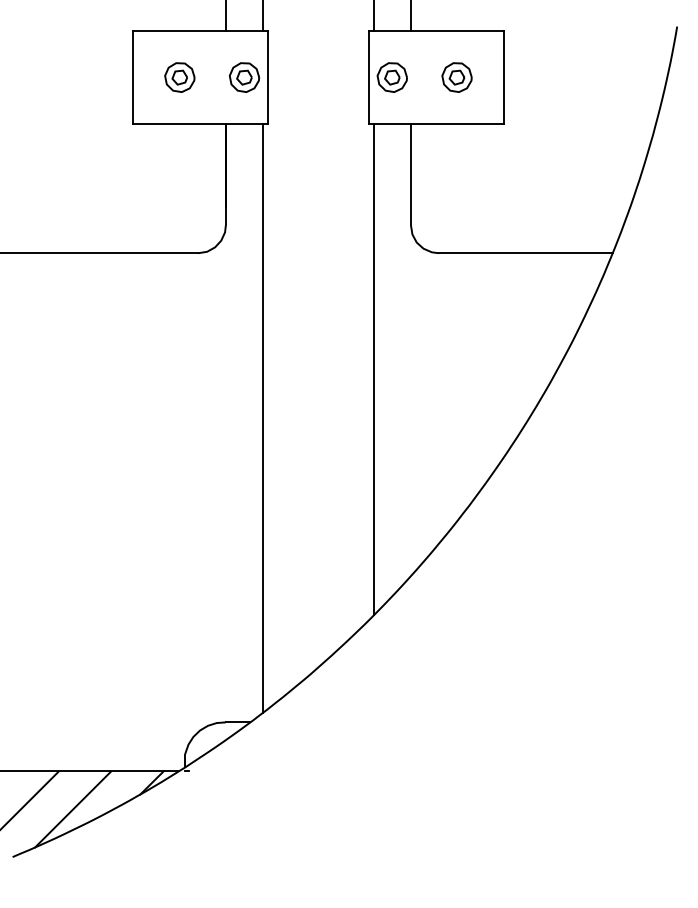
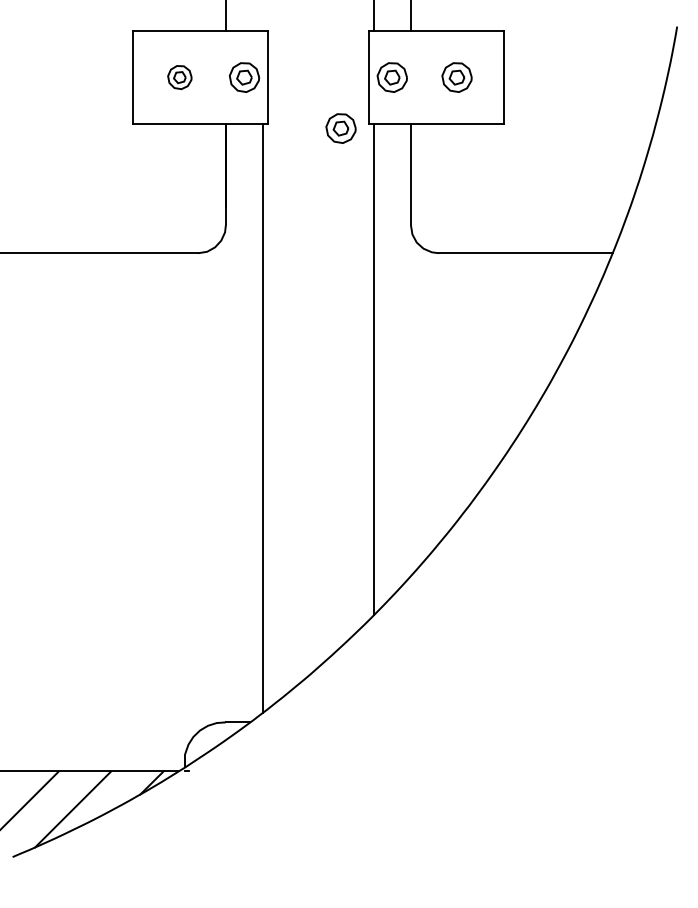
line at (262, 16): present -> none
part at (179, 77) size: 32x31 px -> 26x26 px
part at (340, 128): none -> present
